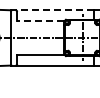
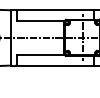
line at (52, 10): dashed -> solid
line at (40, 21): dashed -> solid
